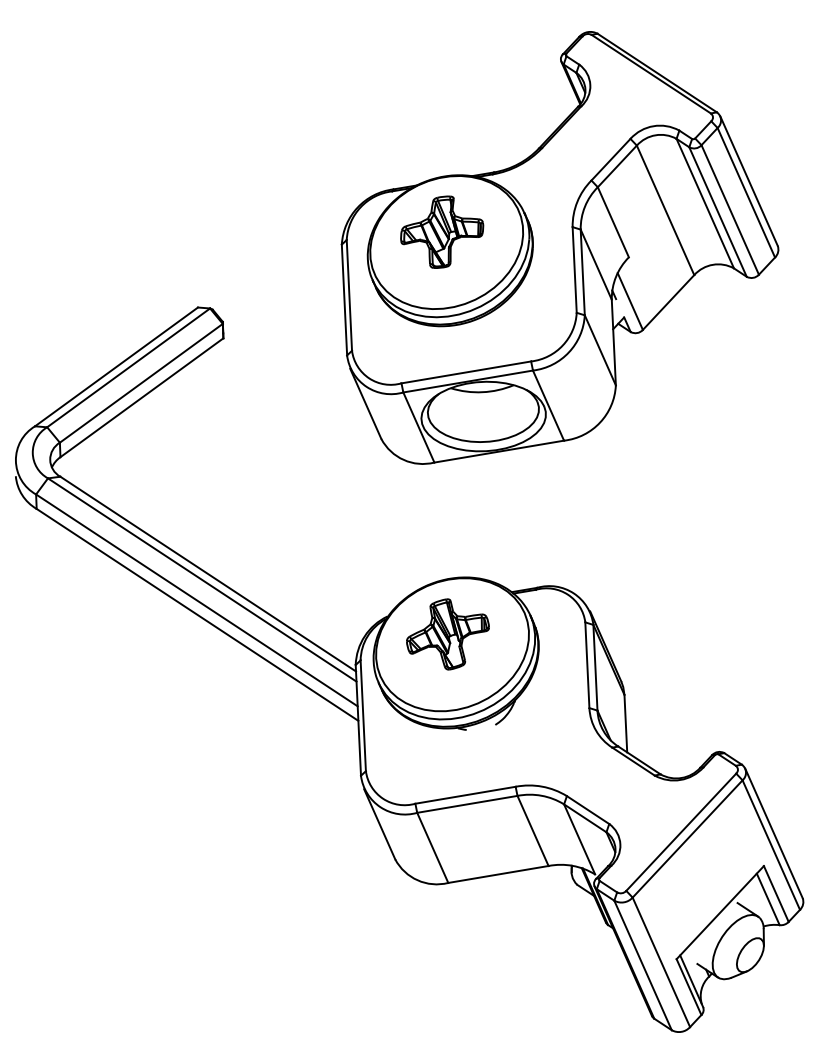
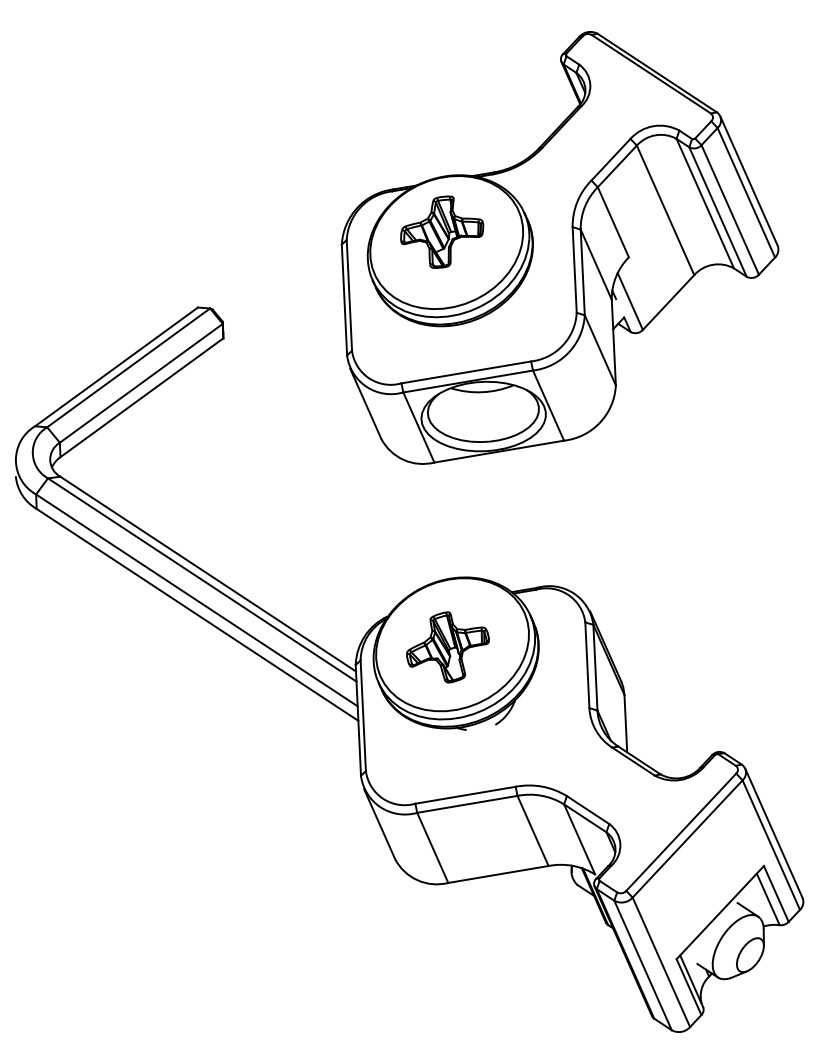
part at (447, 634) position: (447, 634) -> (447, 647)
